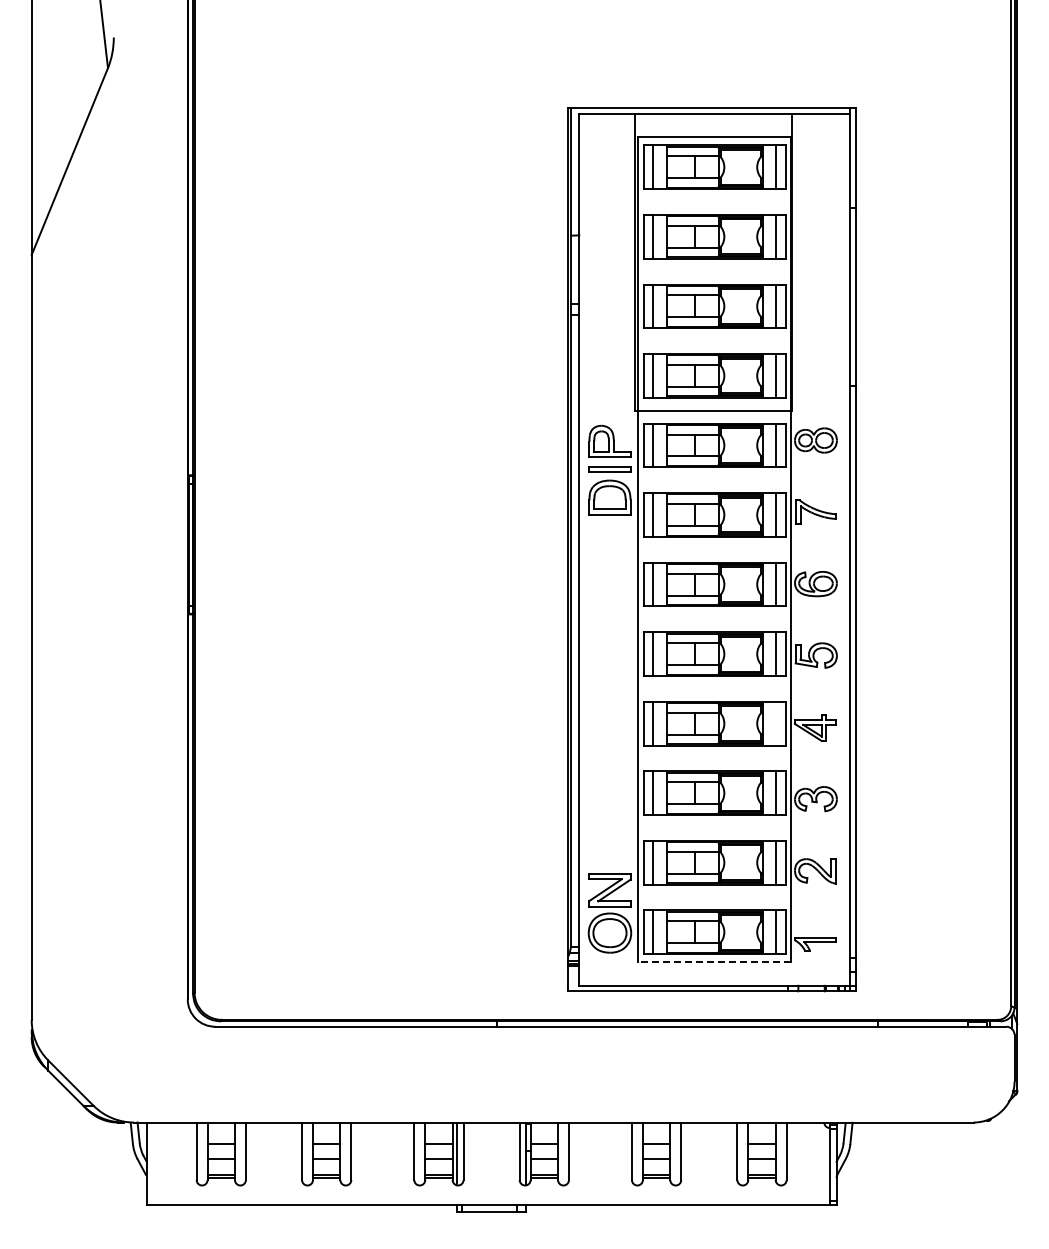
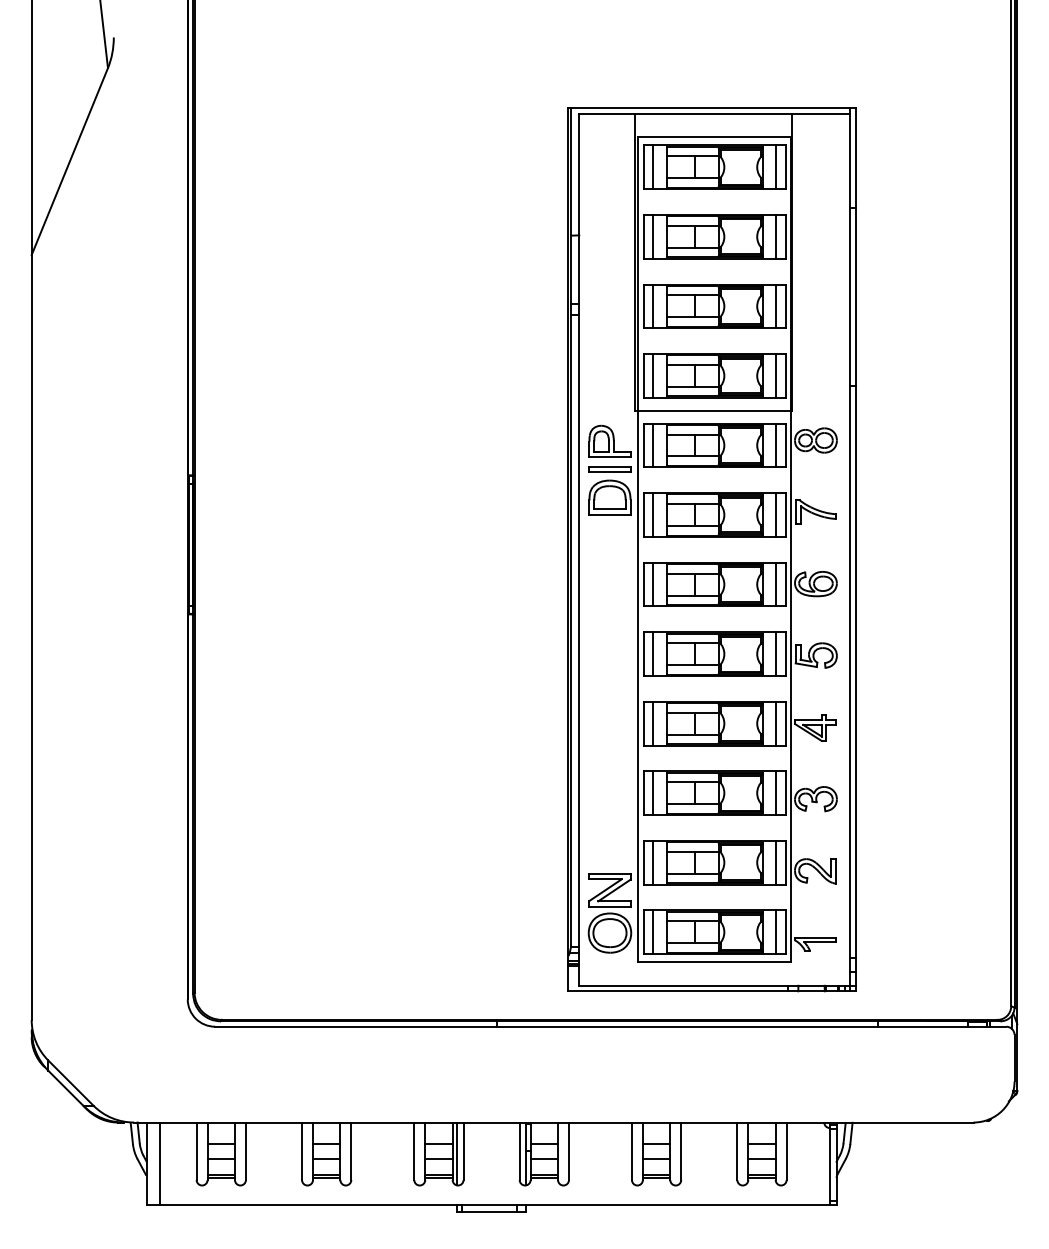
line at (776, 723): none -> present
line at (714, 962): dashed -> solid
line at (160, 1163): none -> present
